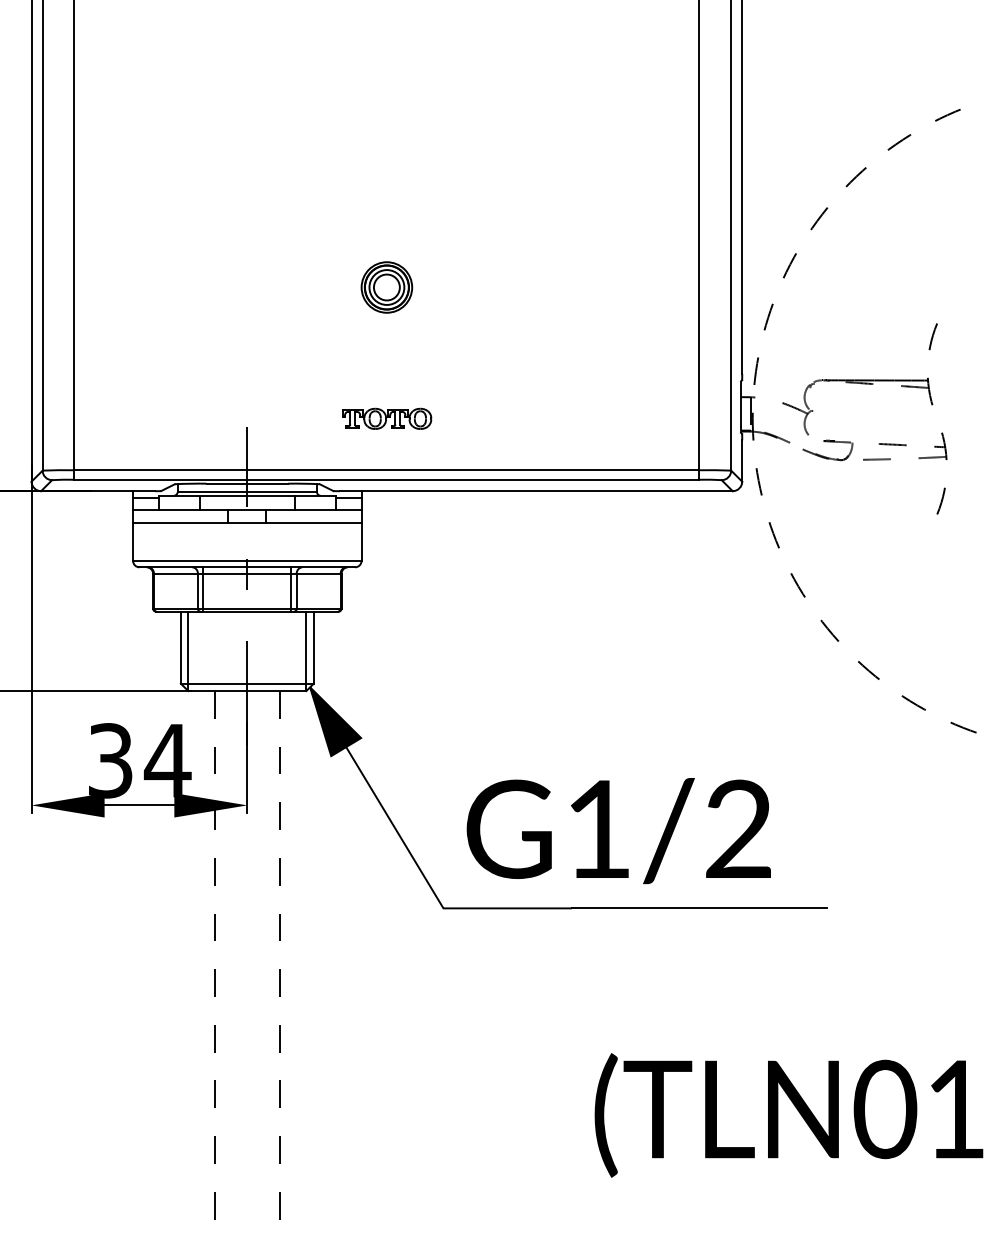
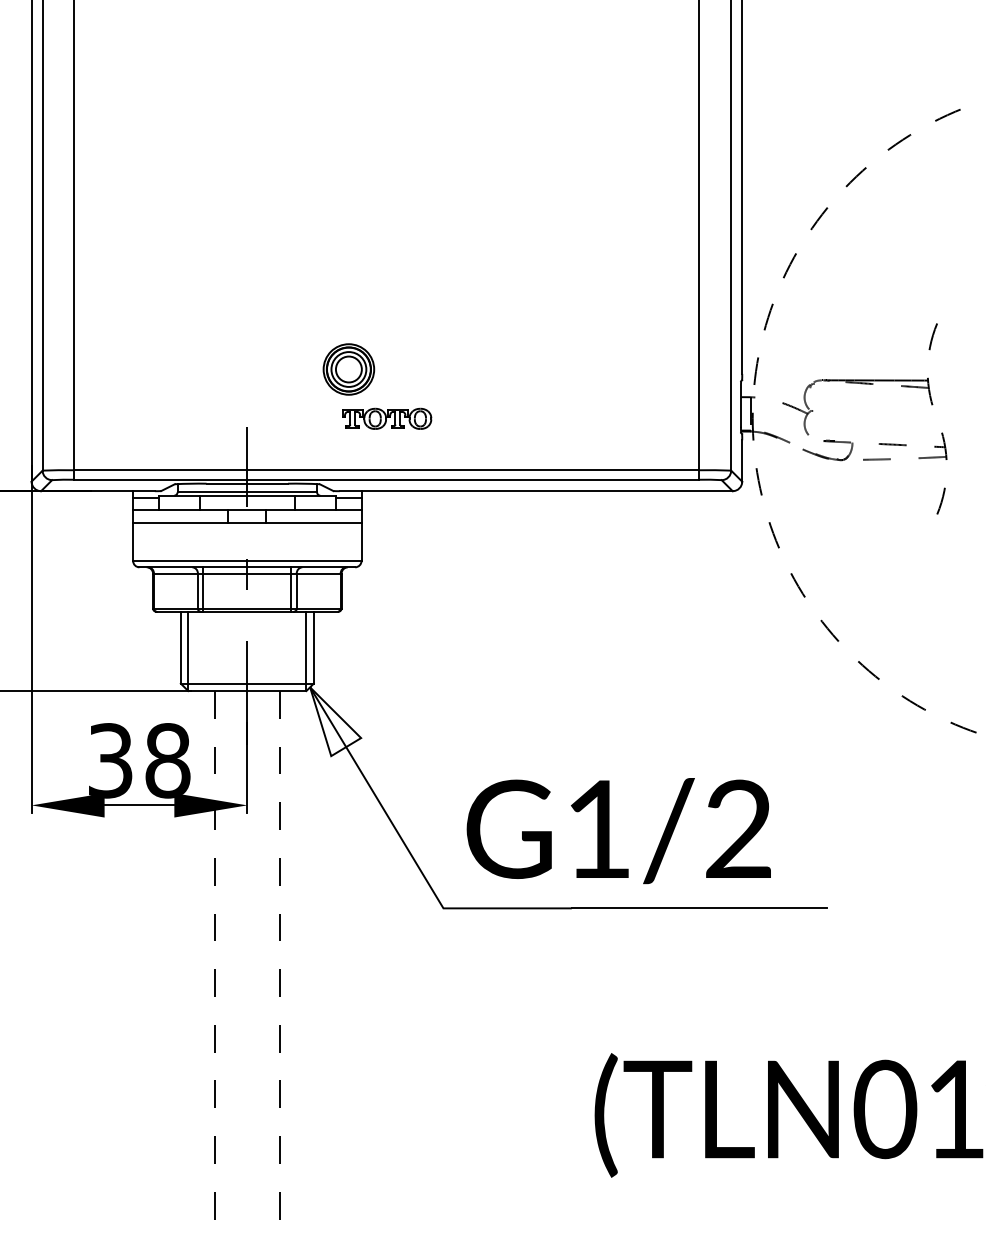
part at (386, 287) position: (386, 287) -> (348, 369)
fill at (335, 721): present -> none
text at (167, 760): 34 -> 38
